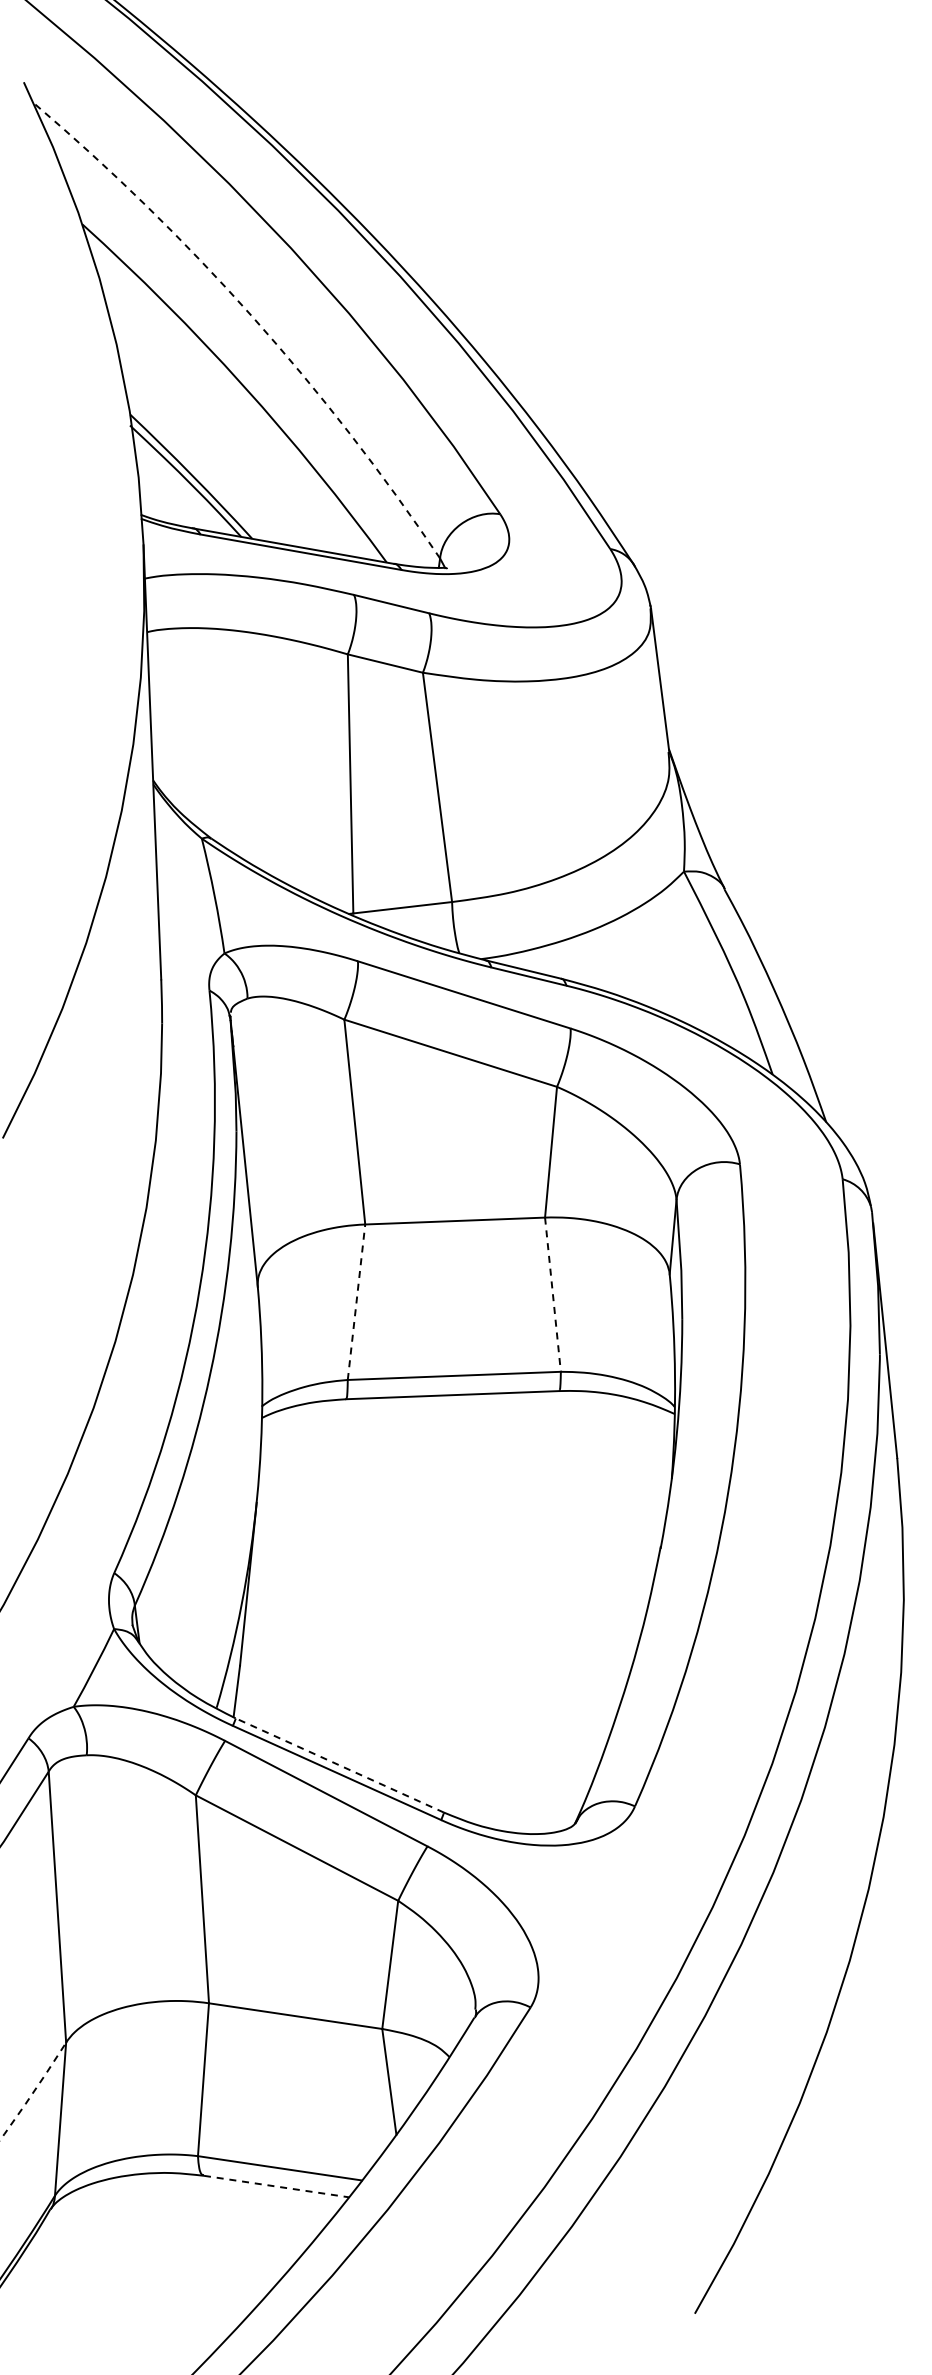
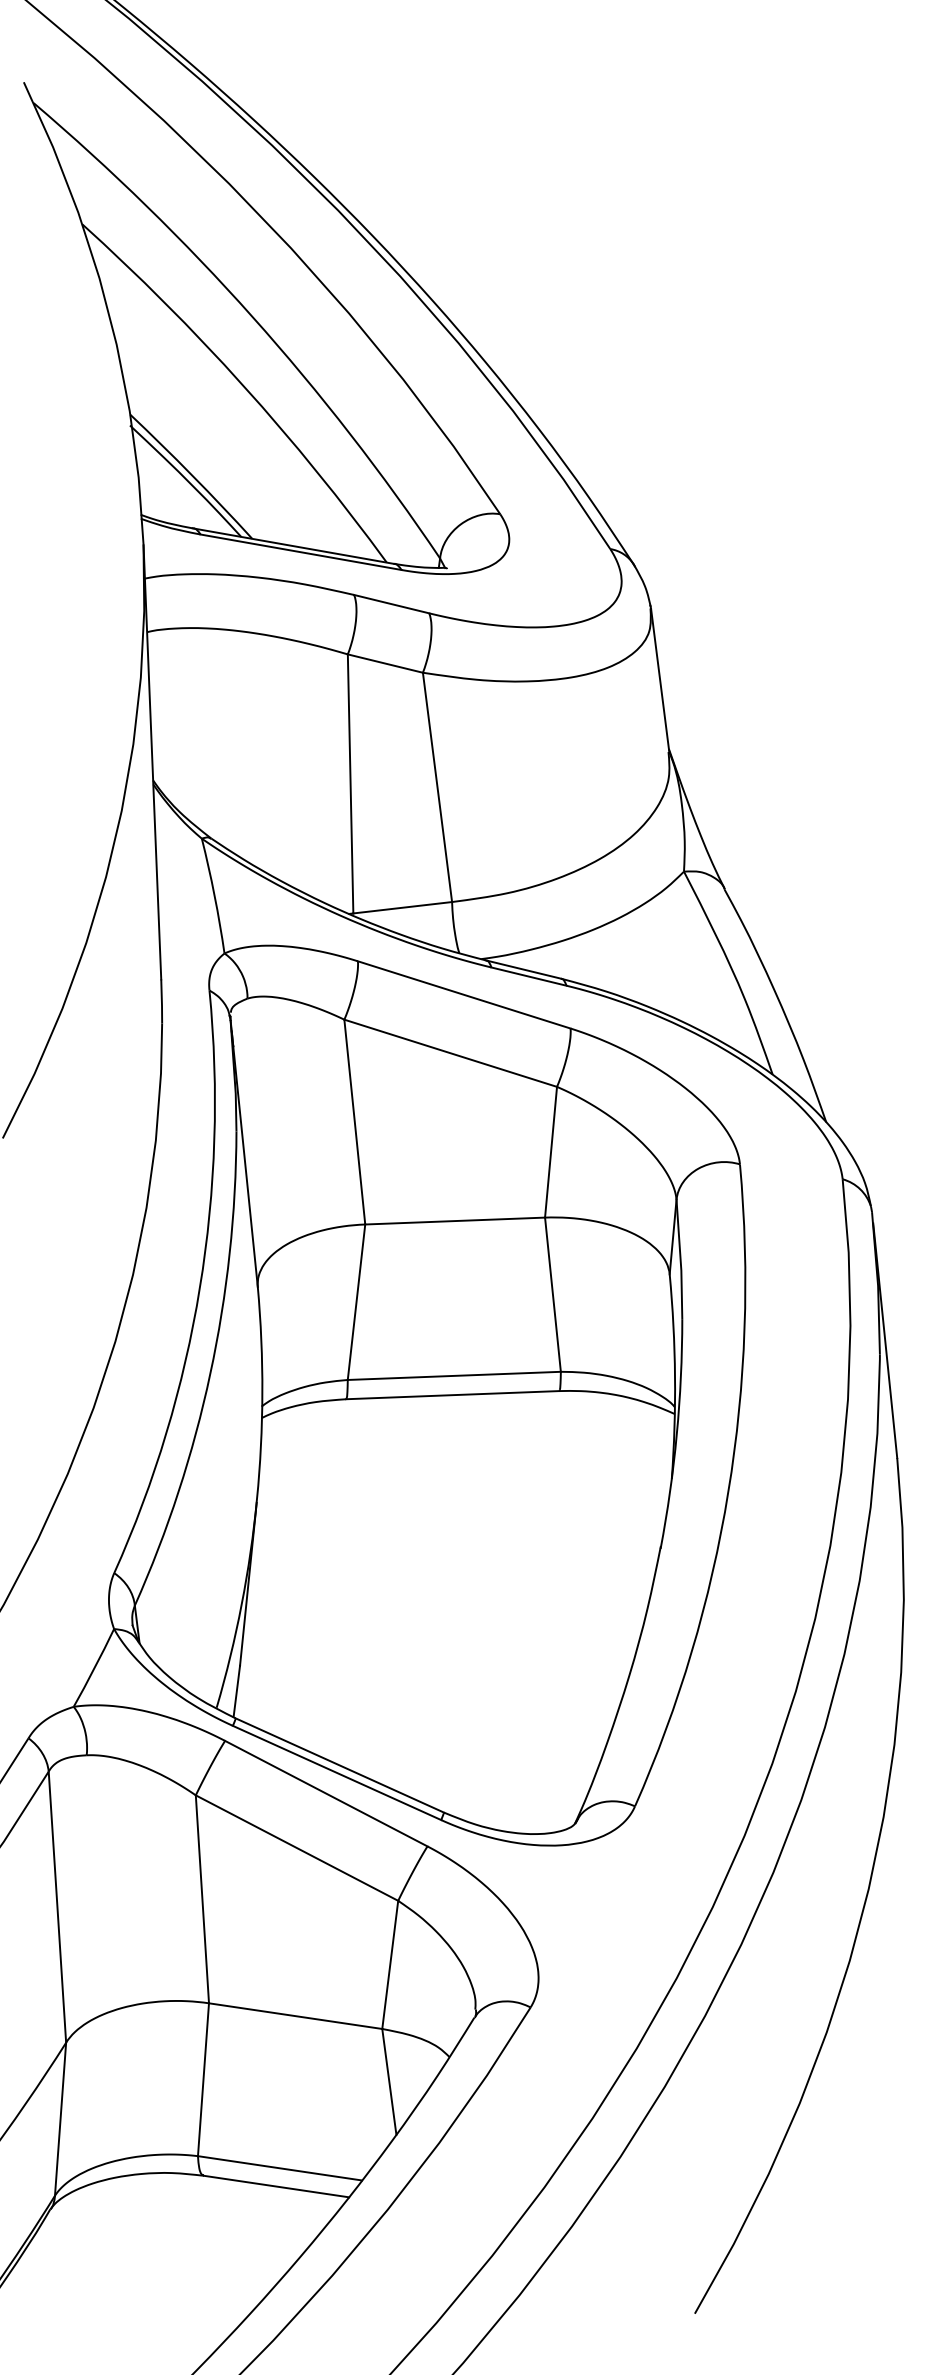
arc at (252, 316): dashed -> solid
line at (552, 1294): dashed -> solid
line at (356, 1301): dashed -> solid
line at (339, 1765): dashed -> solid
arc at (33, 2091): dashed -> solid
line at (277, 2186): dashed -> solid
